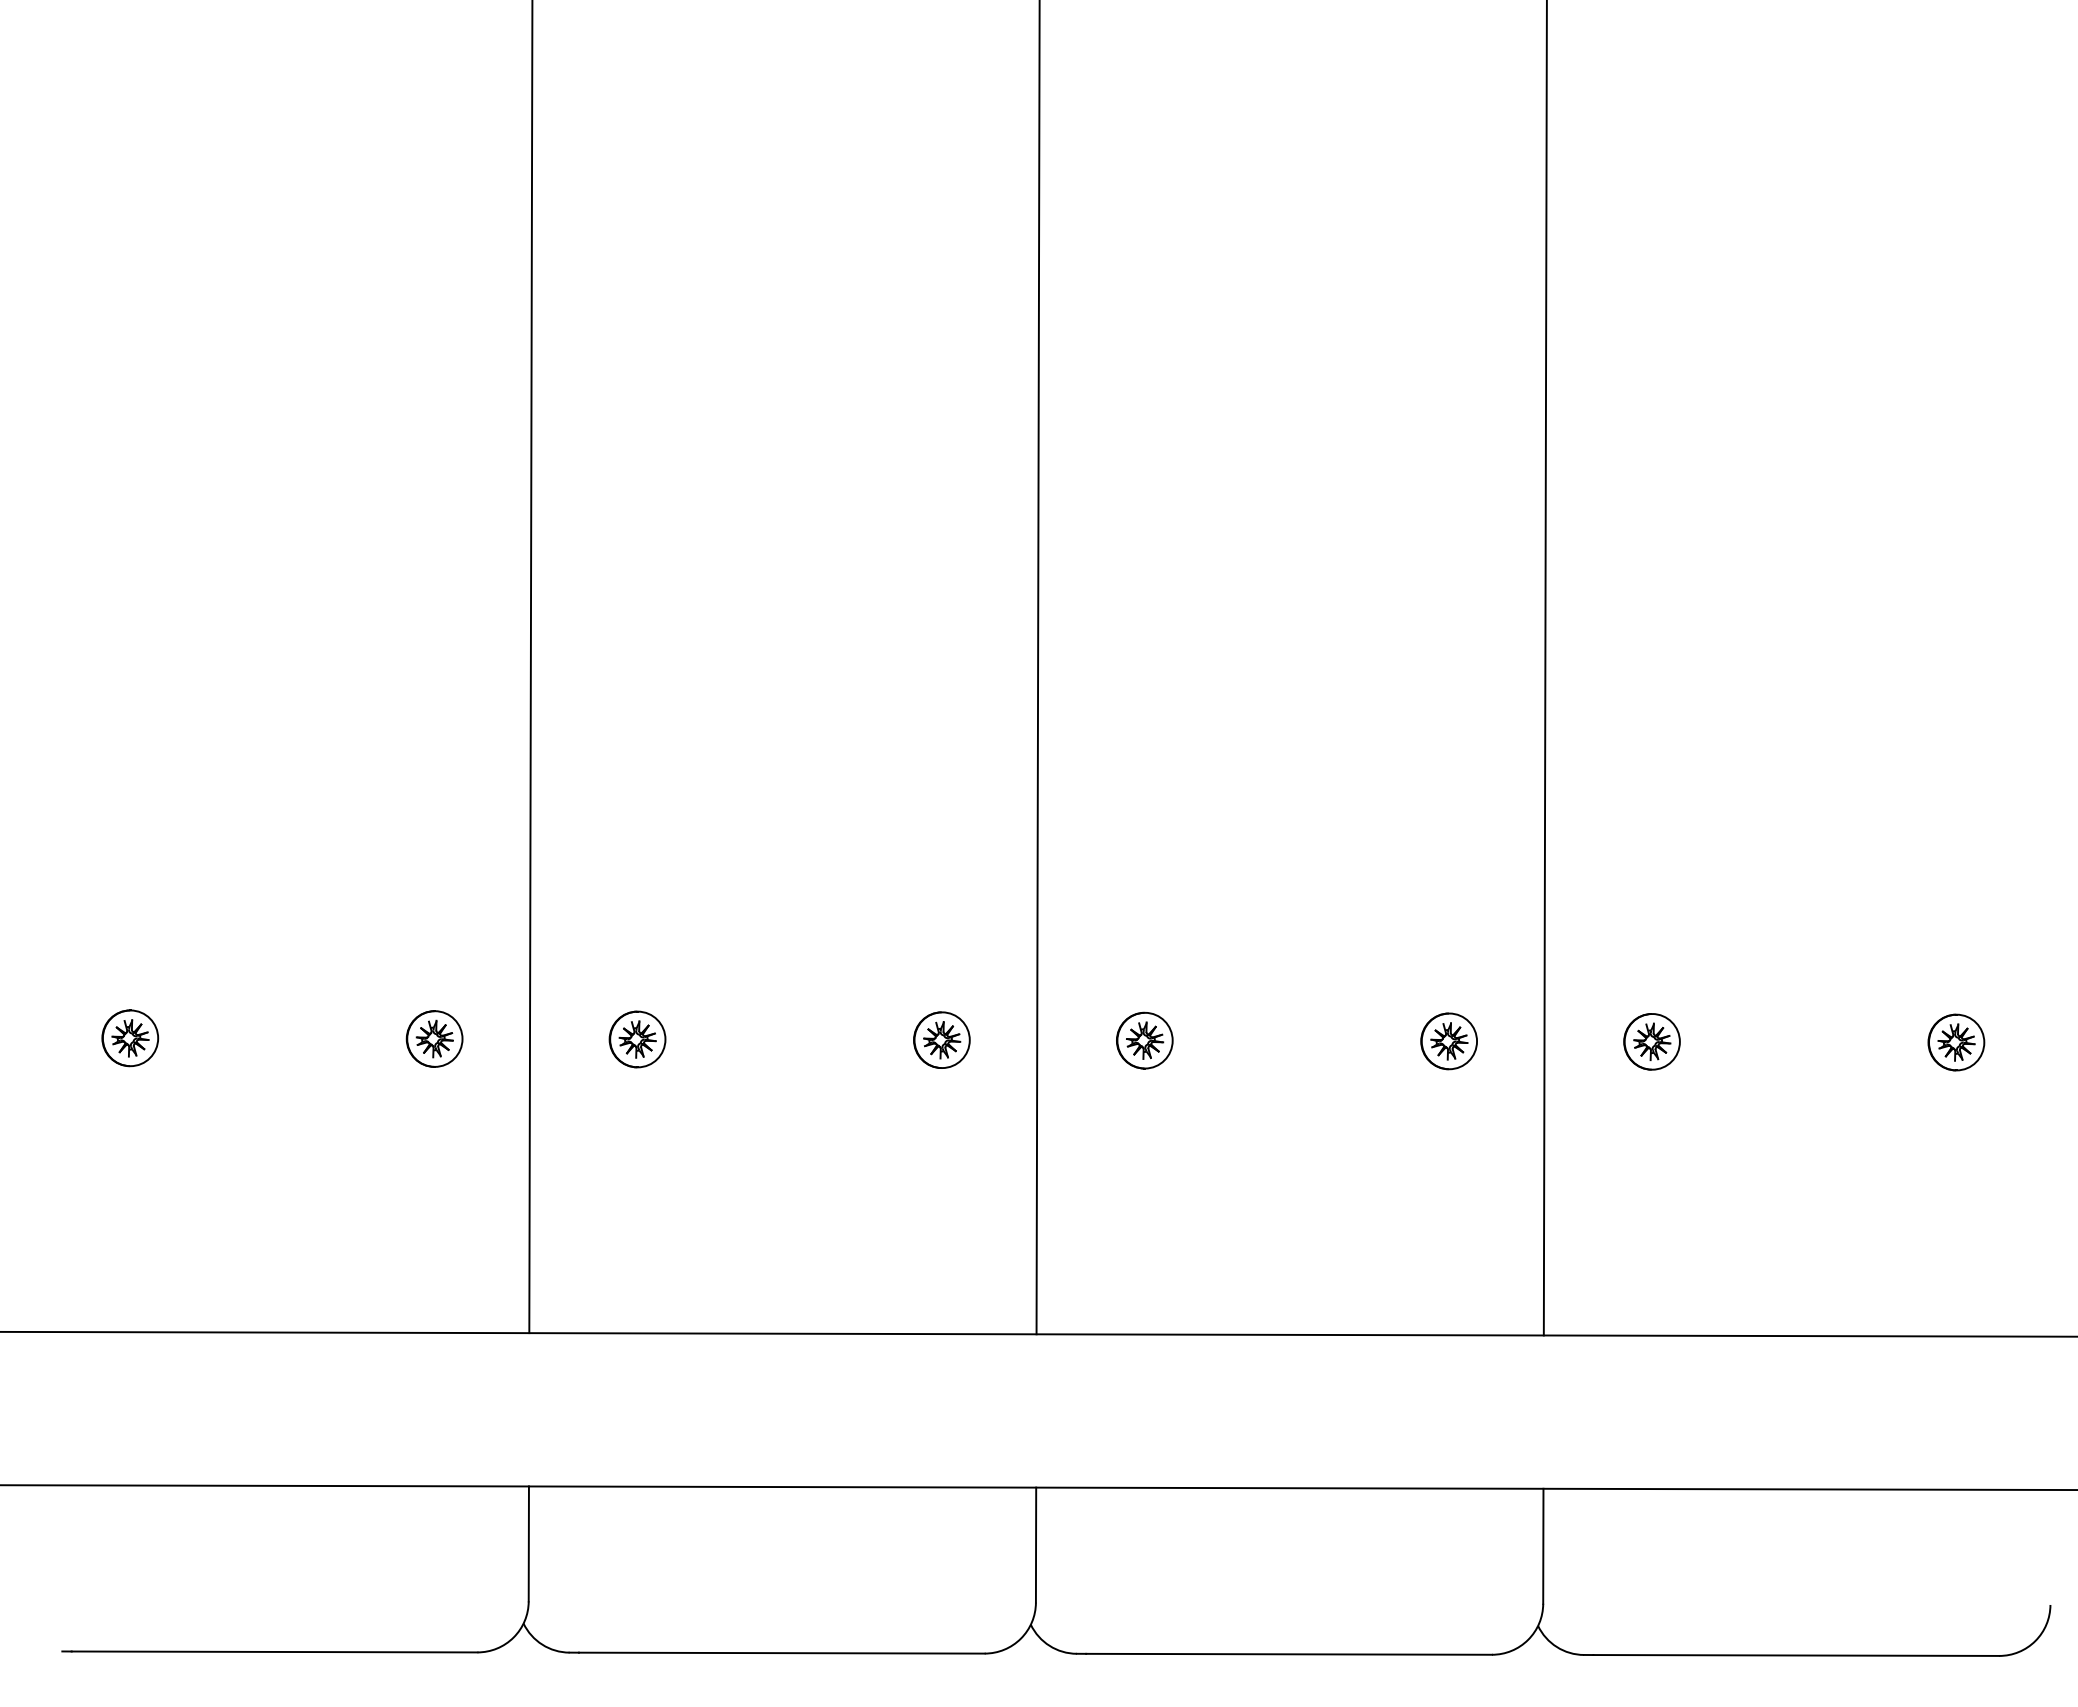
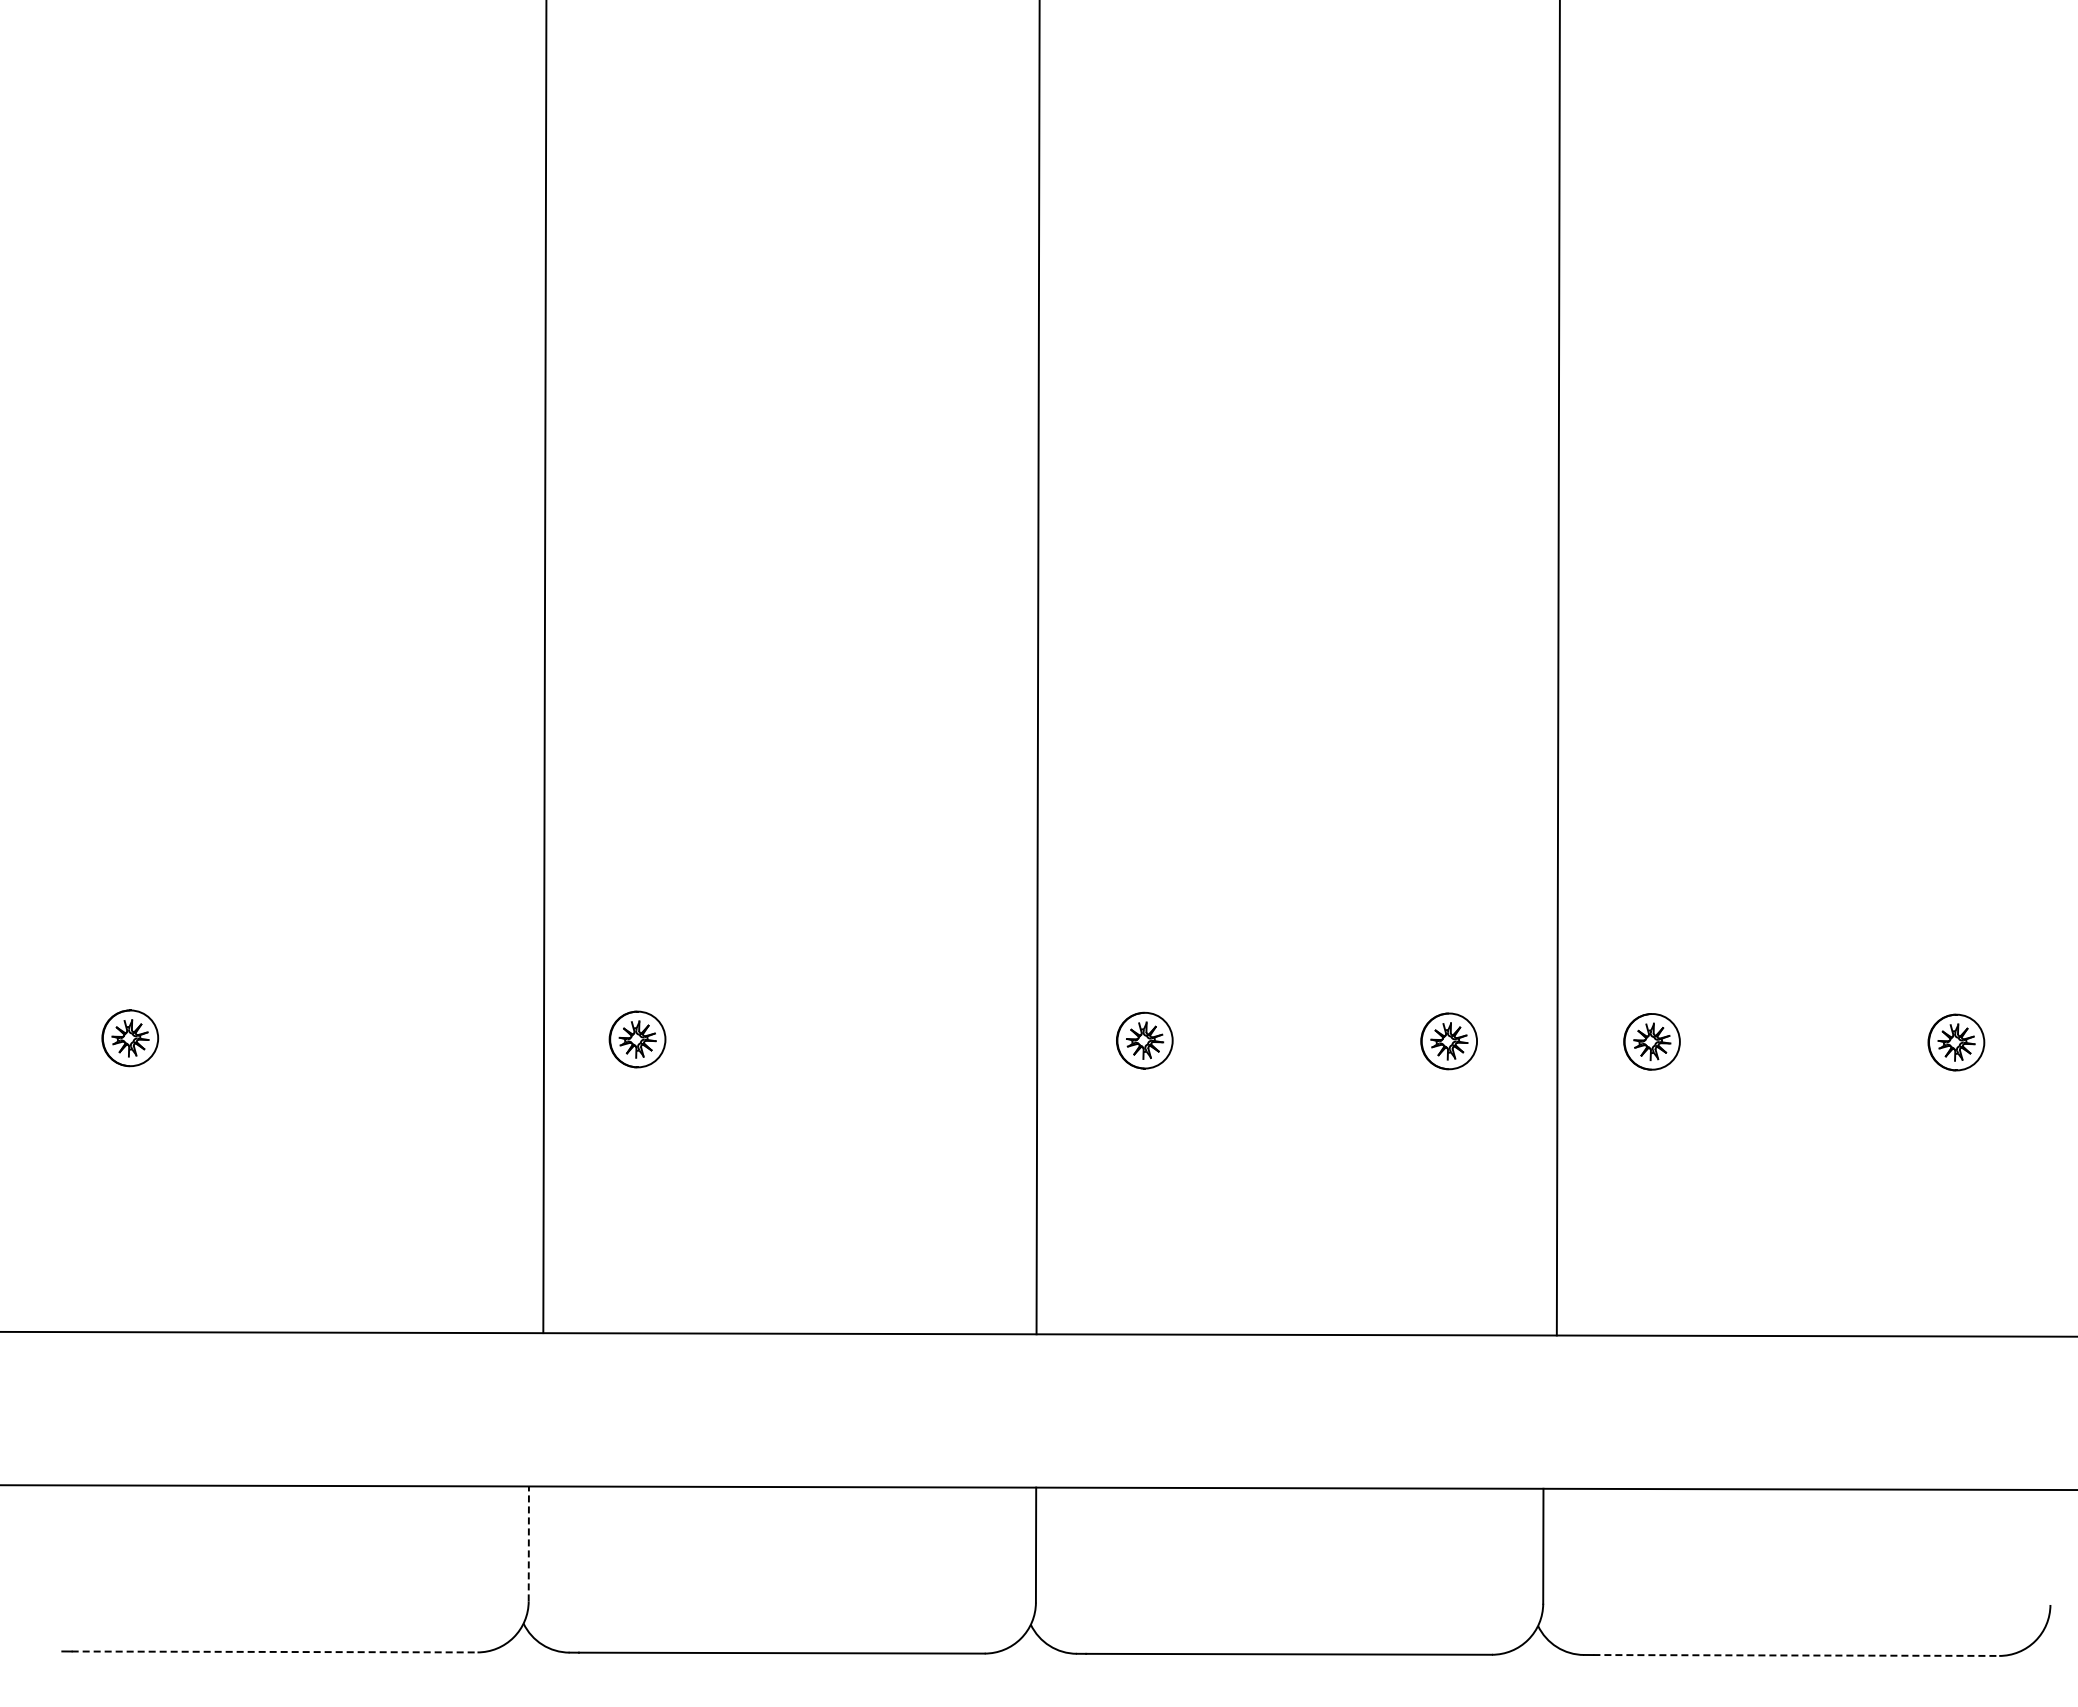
line at (530, 667) position: (530, 667) -> (544, 667)
line at (1544, 668) position: (1544, 668) -> (1557, 668)
part at (434, 1038): present -> none
part at (941, 1039): present -> none
line at (528, 1543): solid -> dashed
line at (274, 1651): solid -> dashed
line at (1796, 1655): solid -> dashed
